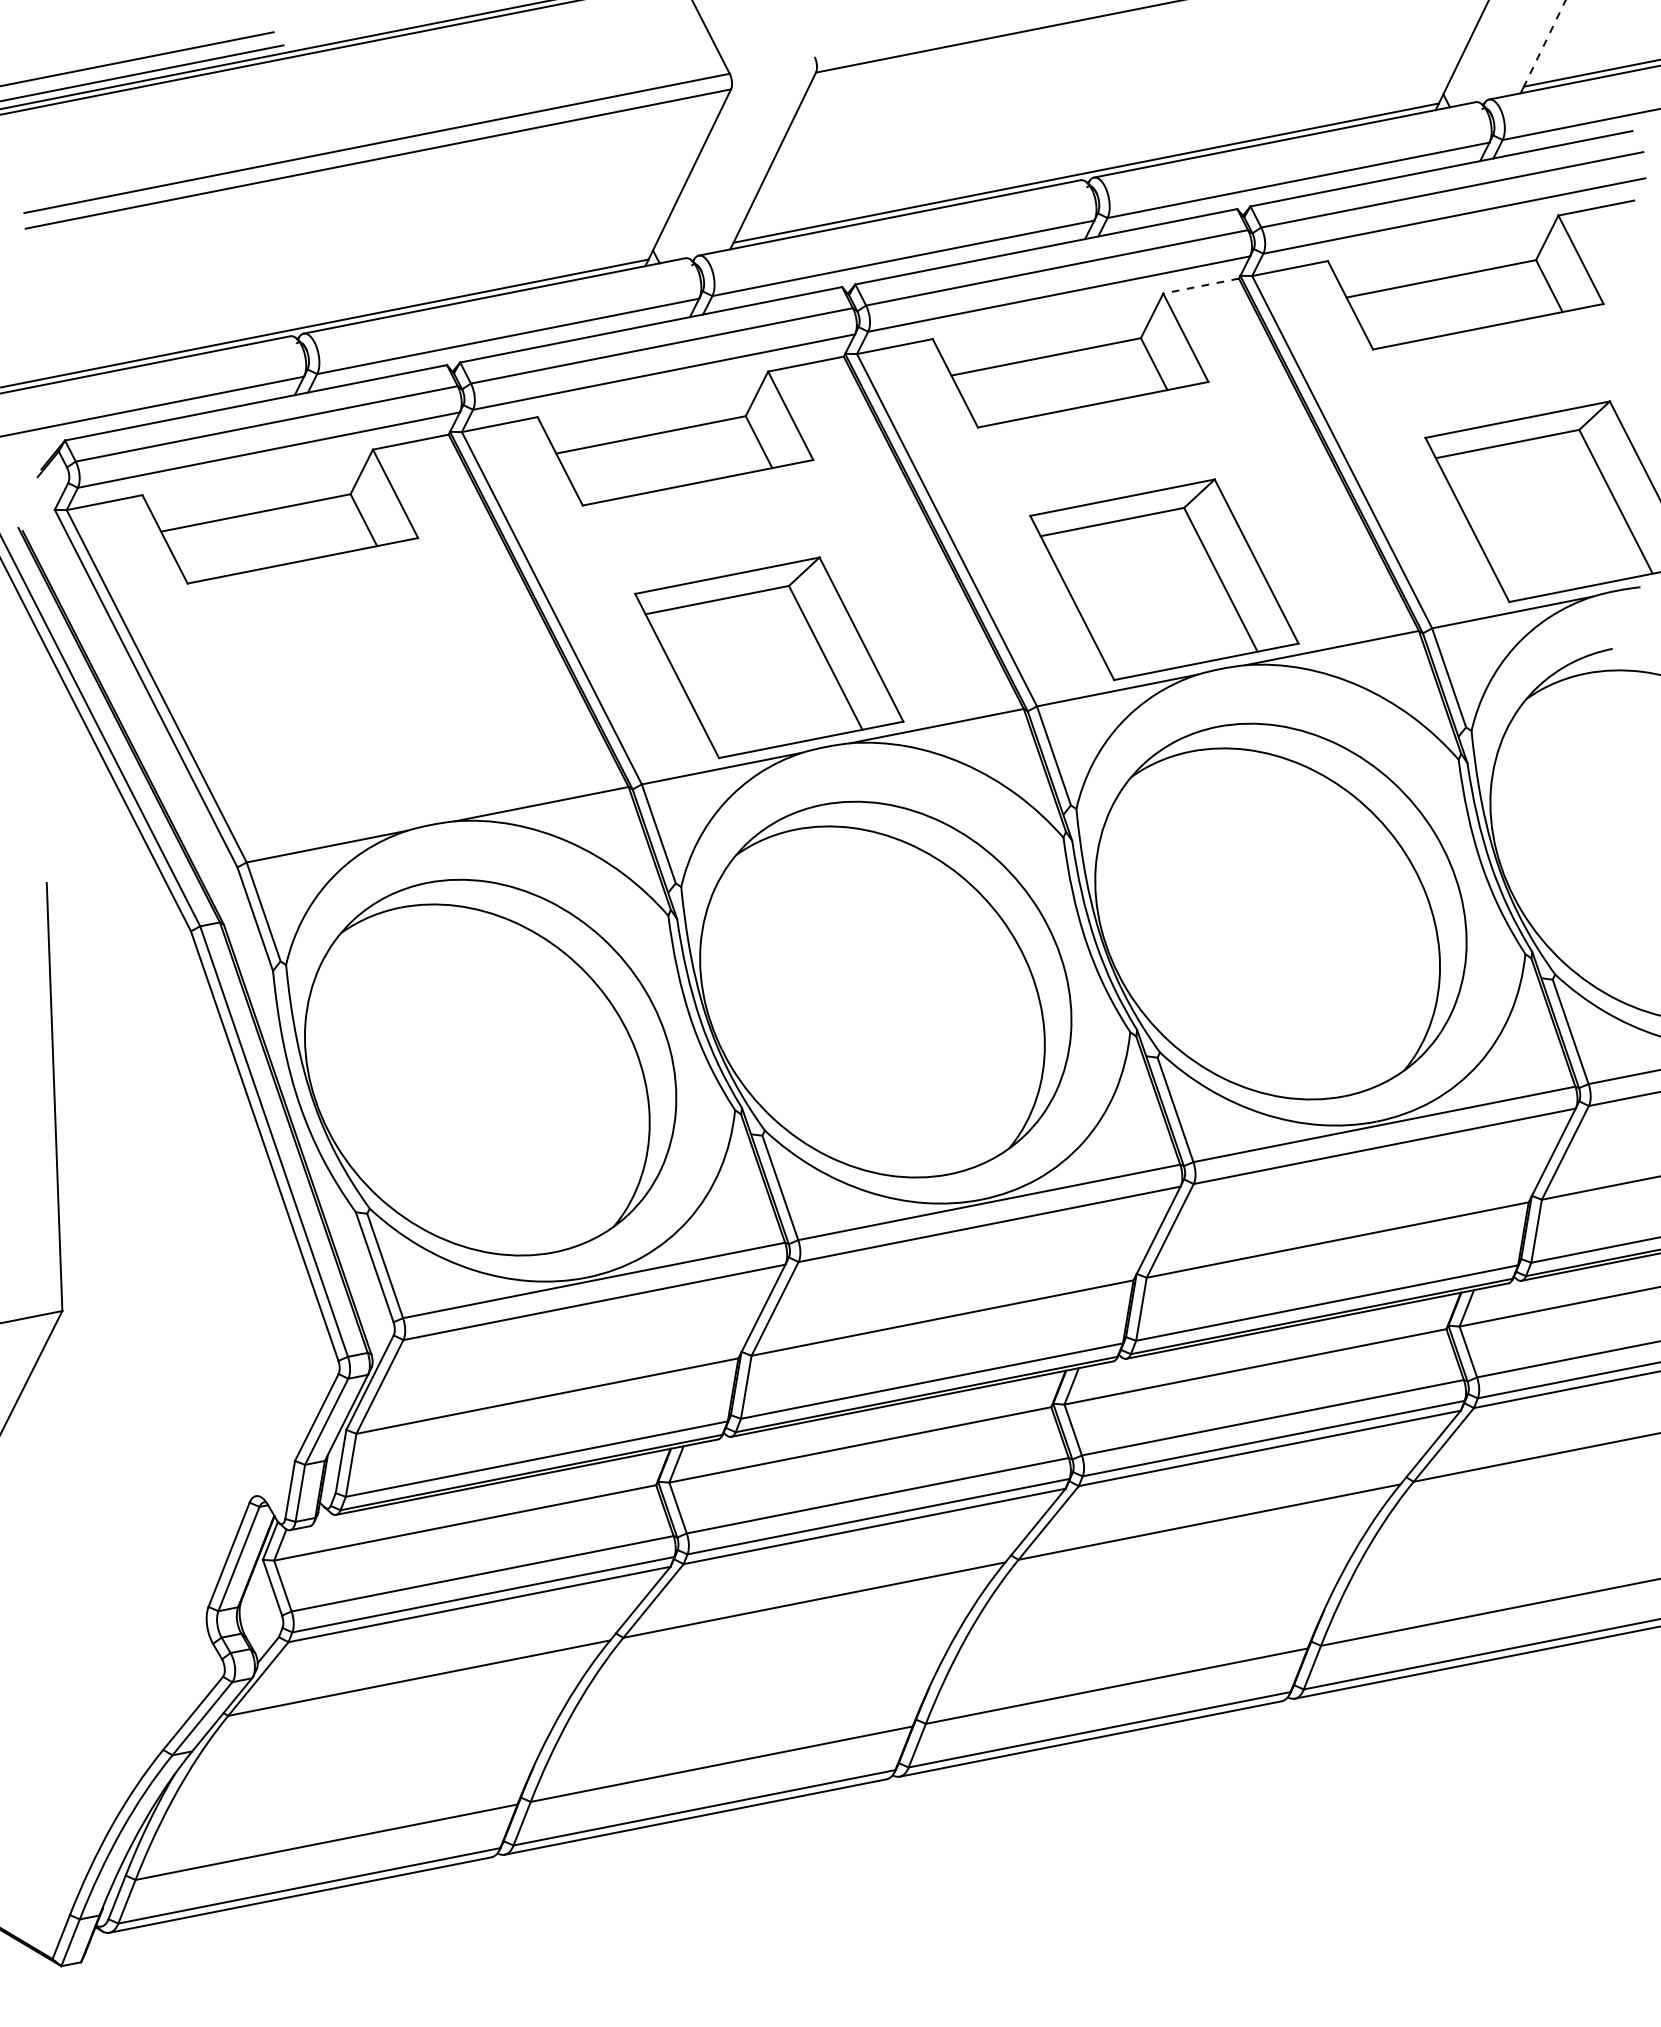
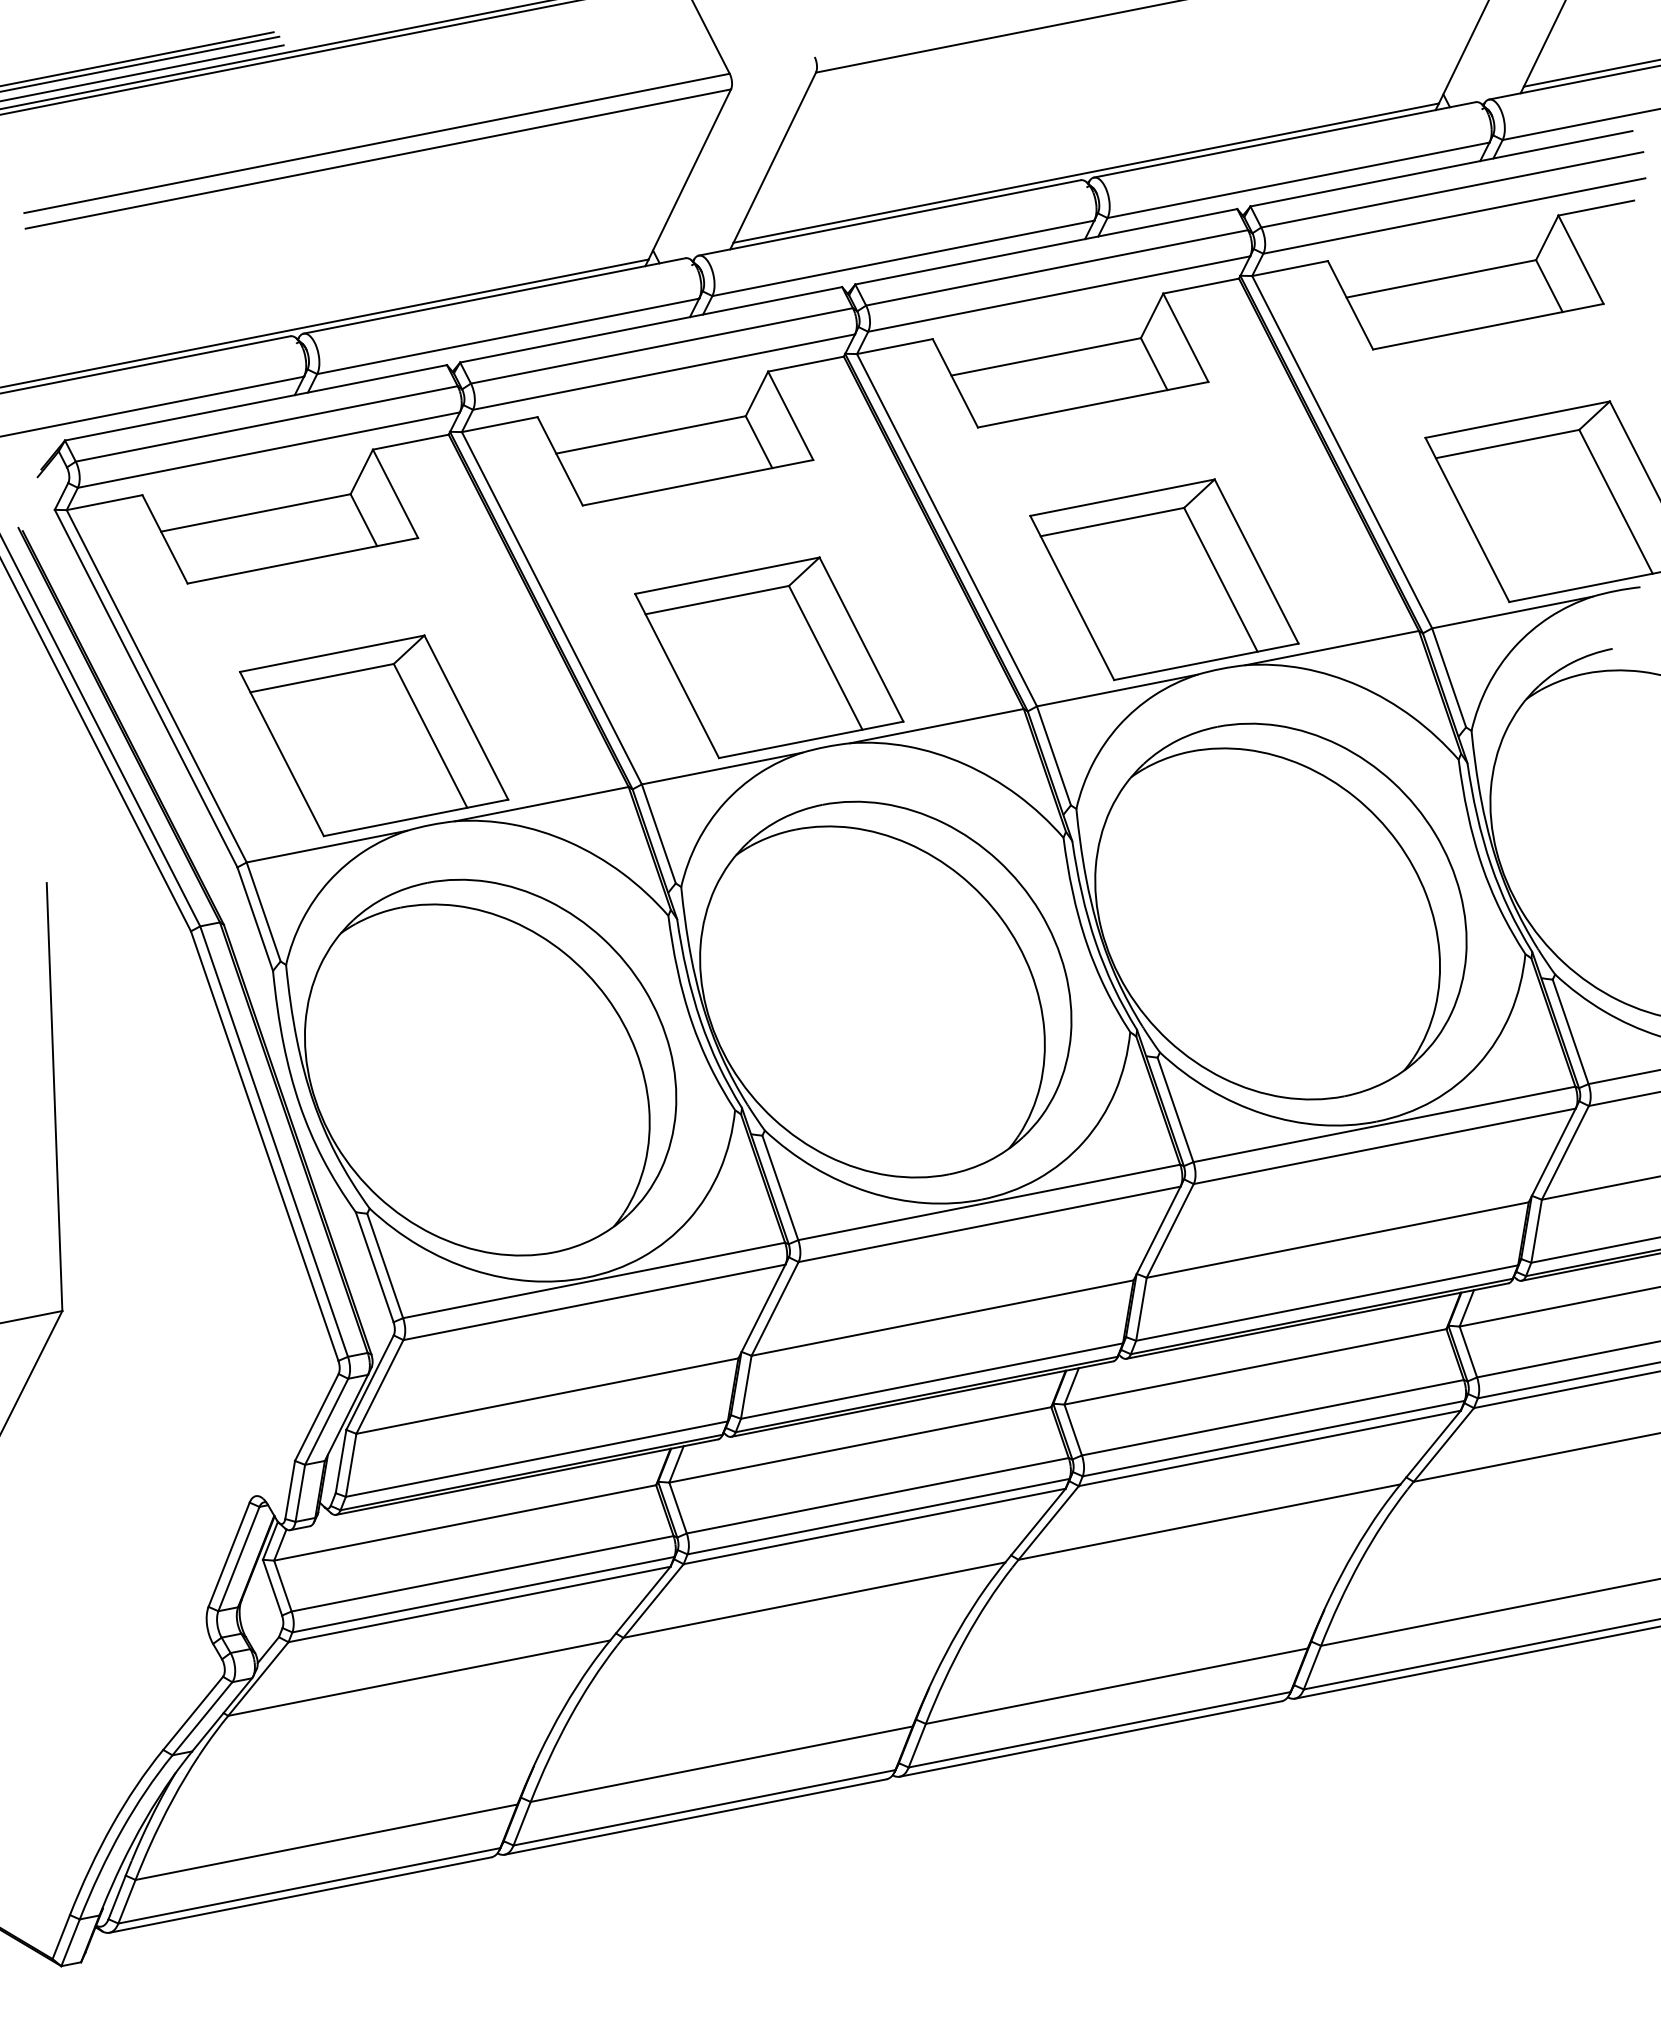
line at (1544, 43): dashed -> solid
line at (140, 63): none -> present
line at (1201, 286): dashed -> solid
part at (374, 735): none -> present
